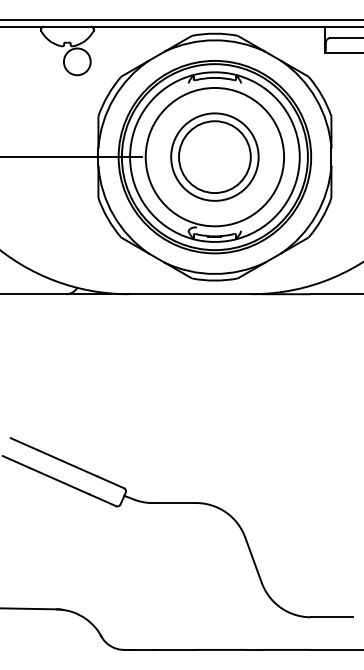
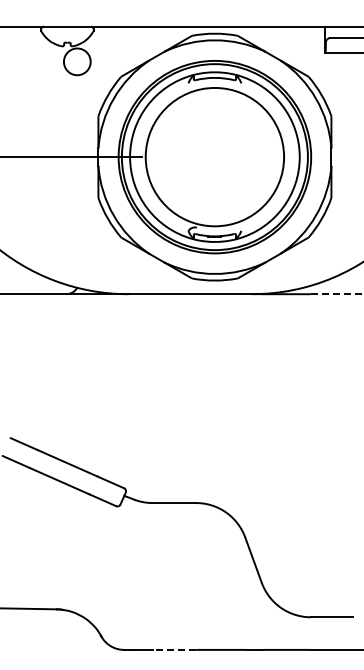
line at (181, 20): present -> none
part at (214, 156): present -> none
line at (337, 294): solid -> dashed
line at (174, 649): solid -> dashed
